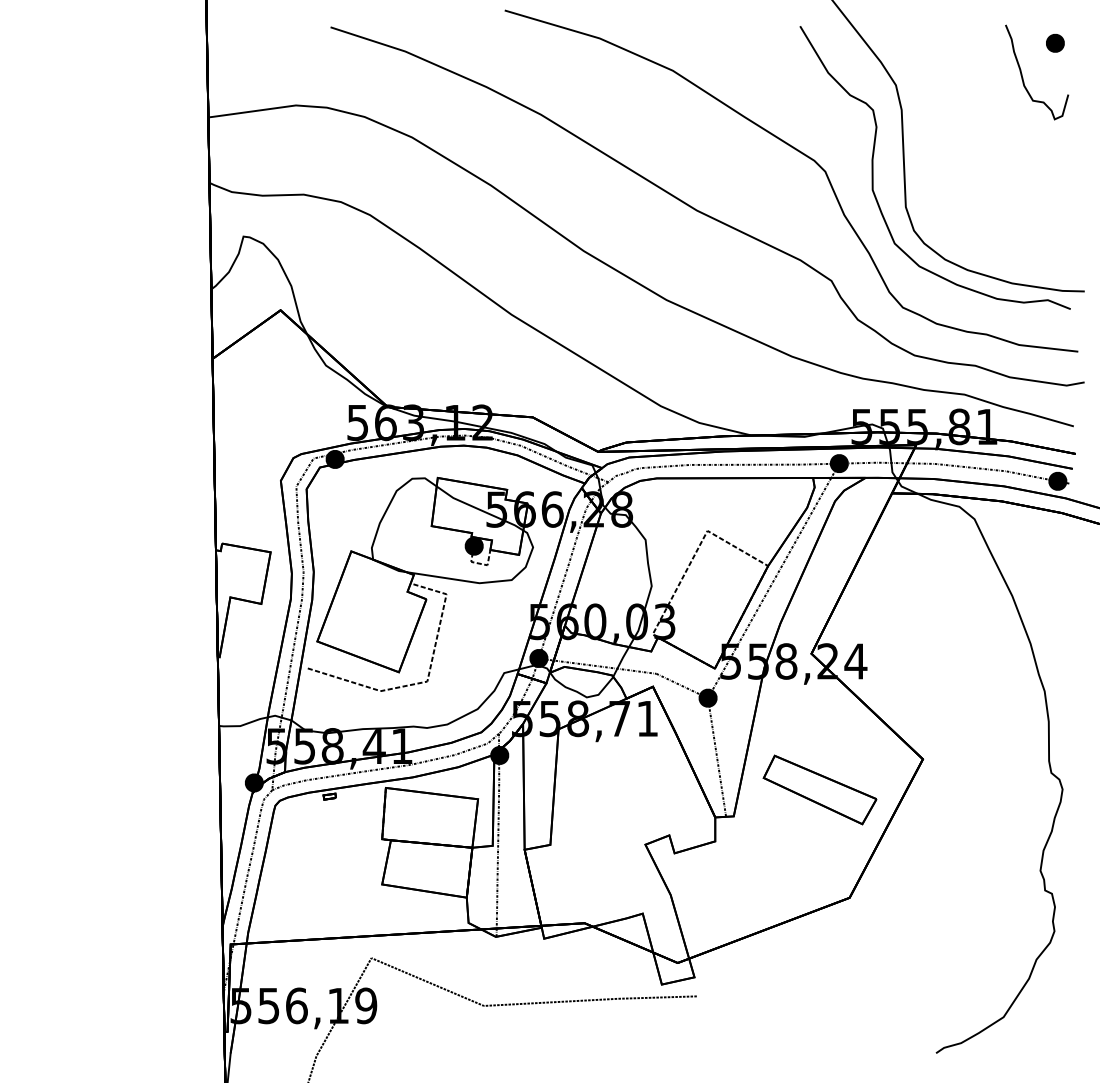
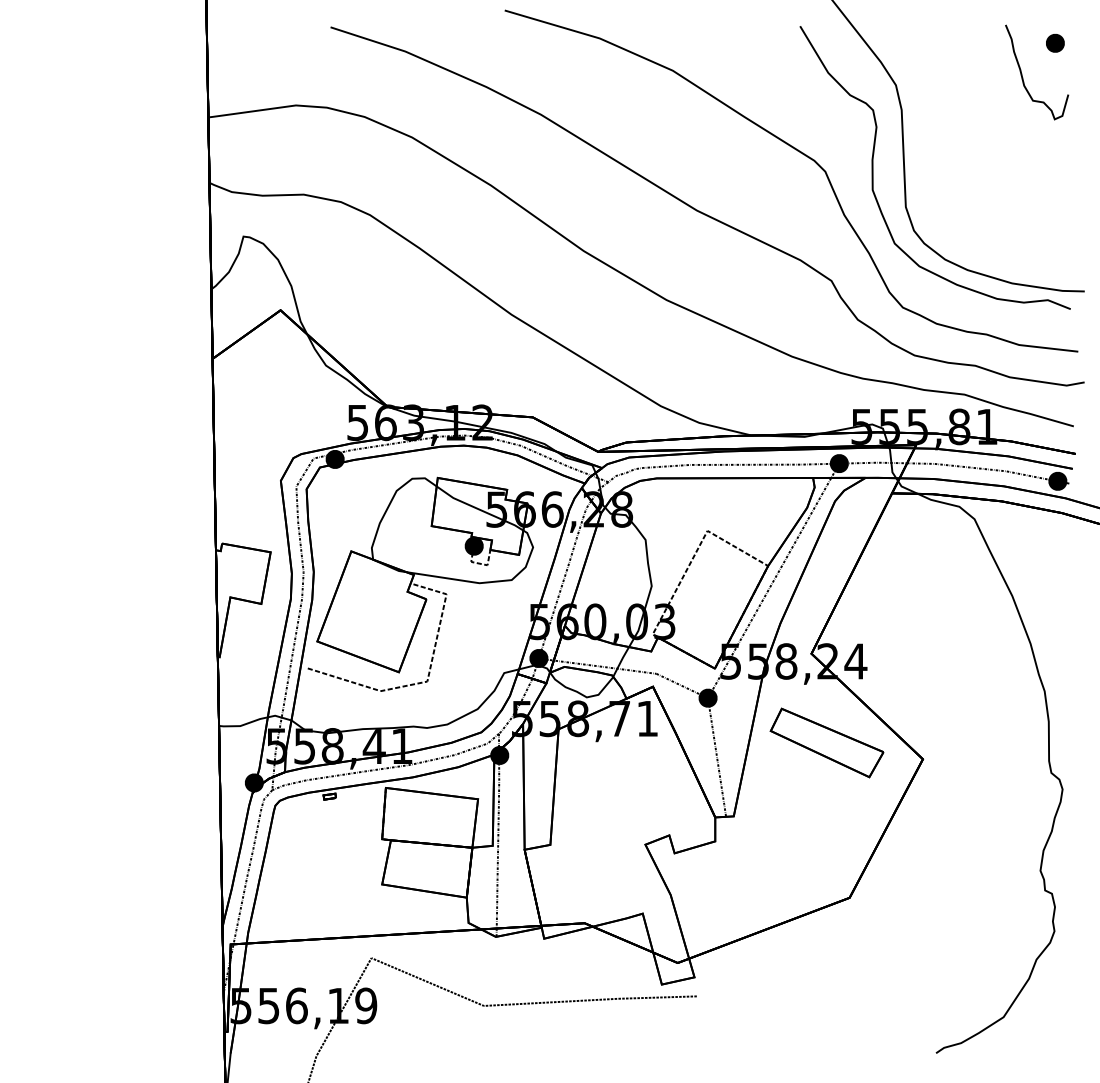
part at (819, 789) position: (819, 789) -> (826, 742)
